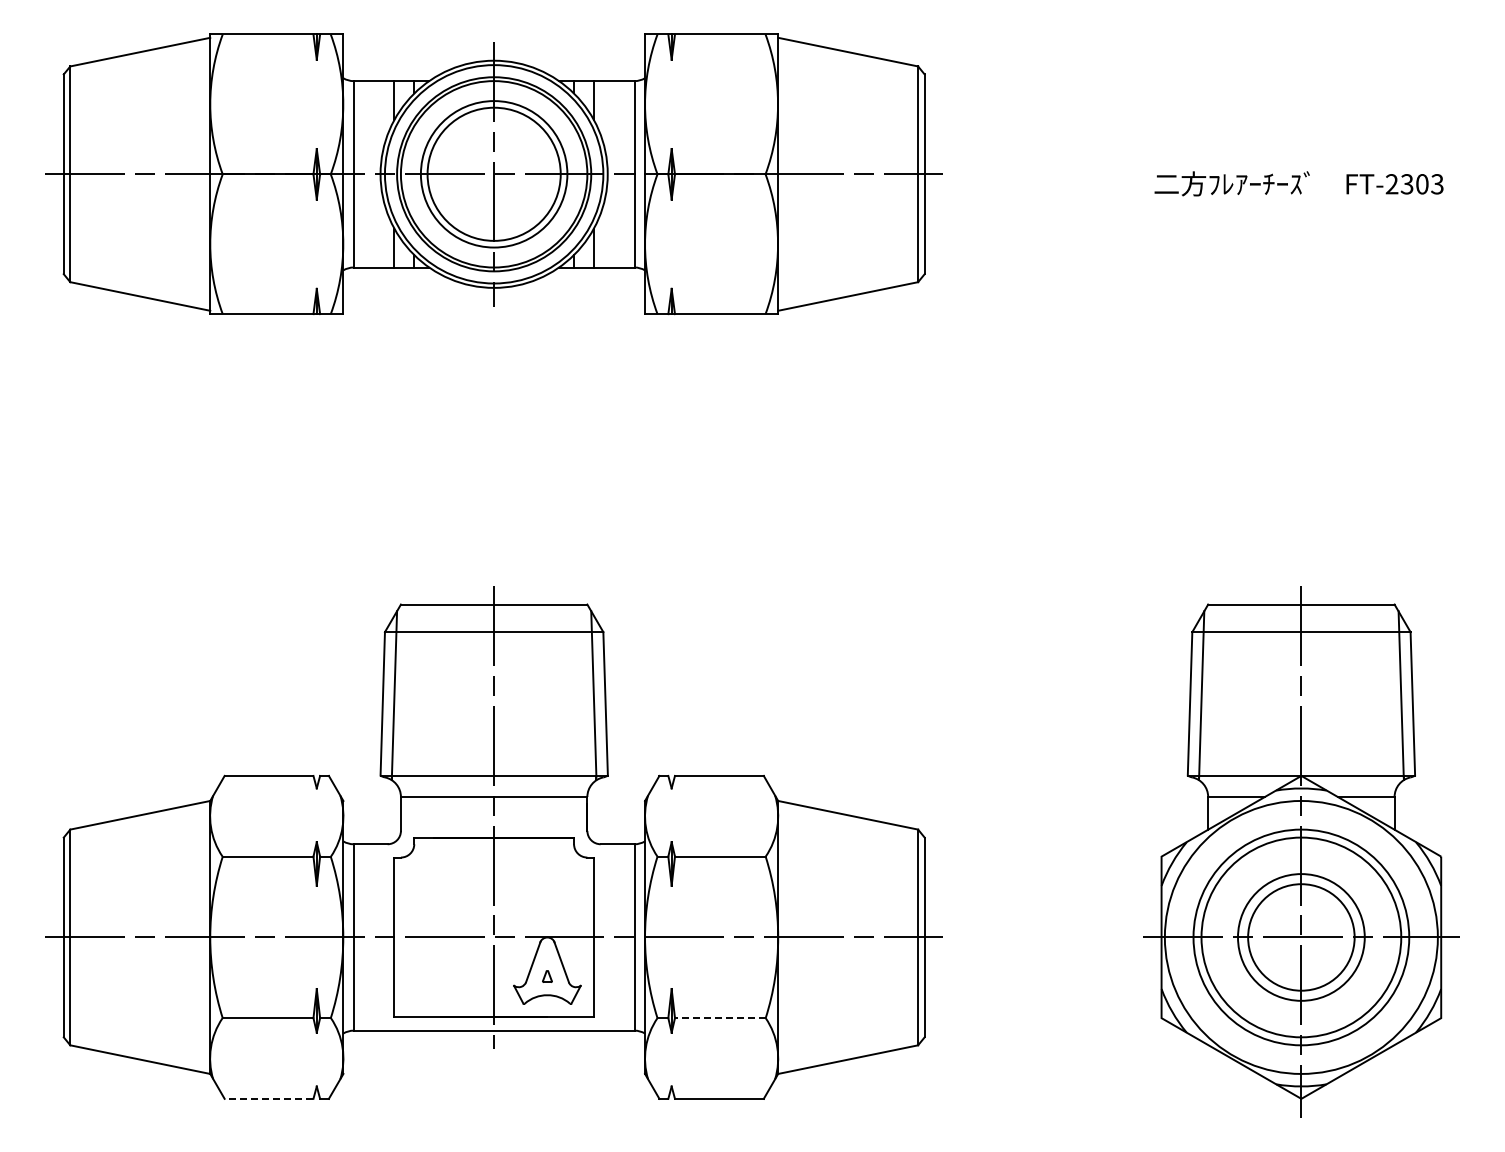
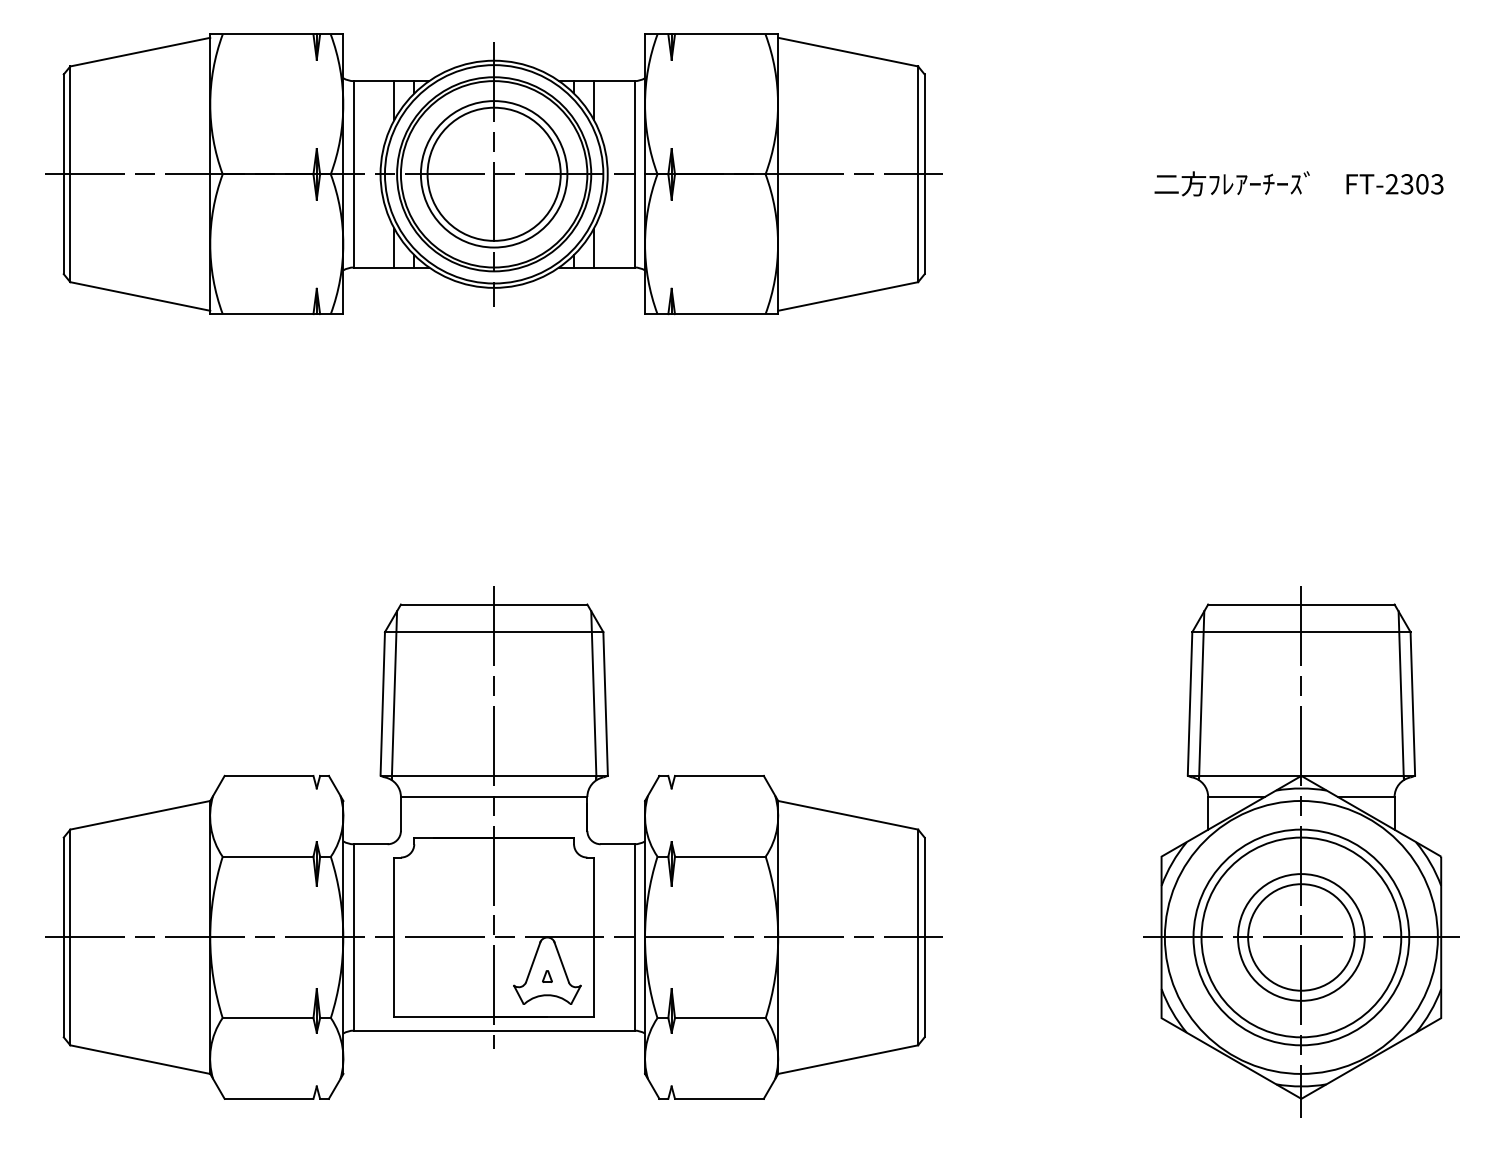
line at (719, 1018): dashed -> solid
line at (268, 1098): dashed -> solid
